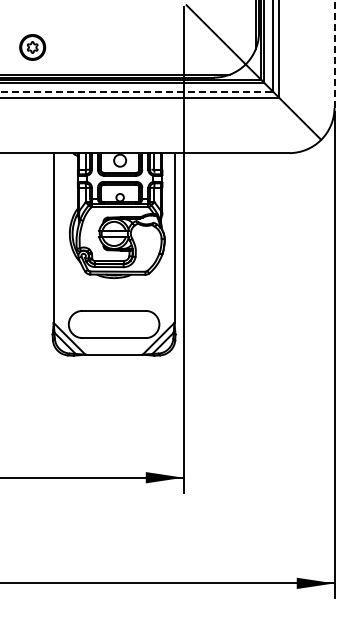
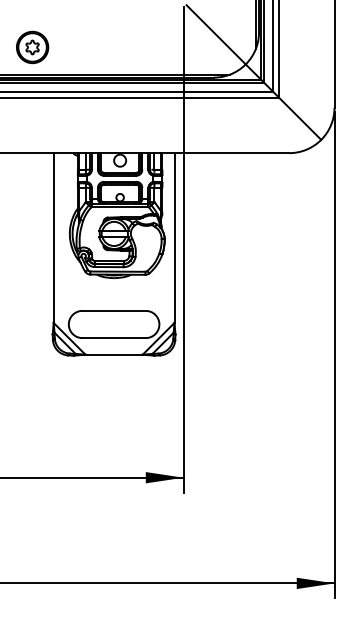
part at (32, 47) size: 28x27 px -> 34x35 px
line at (334, 53): dashed -> solid
line at (137, 91): dashed -> solid
